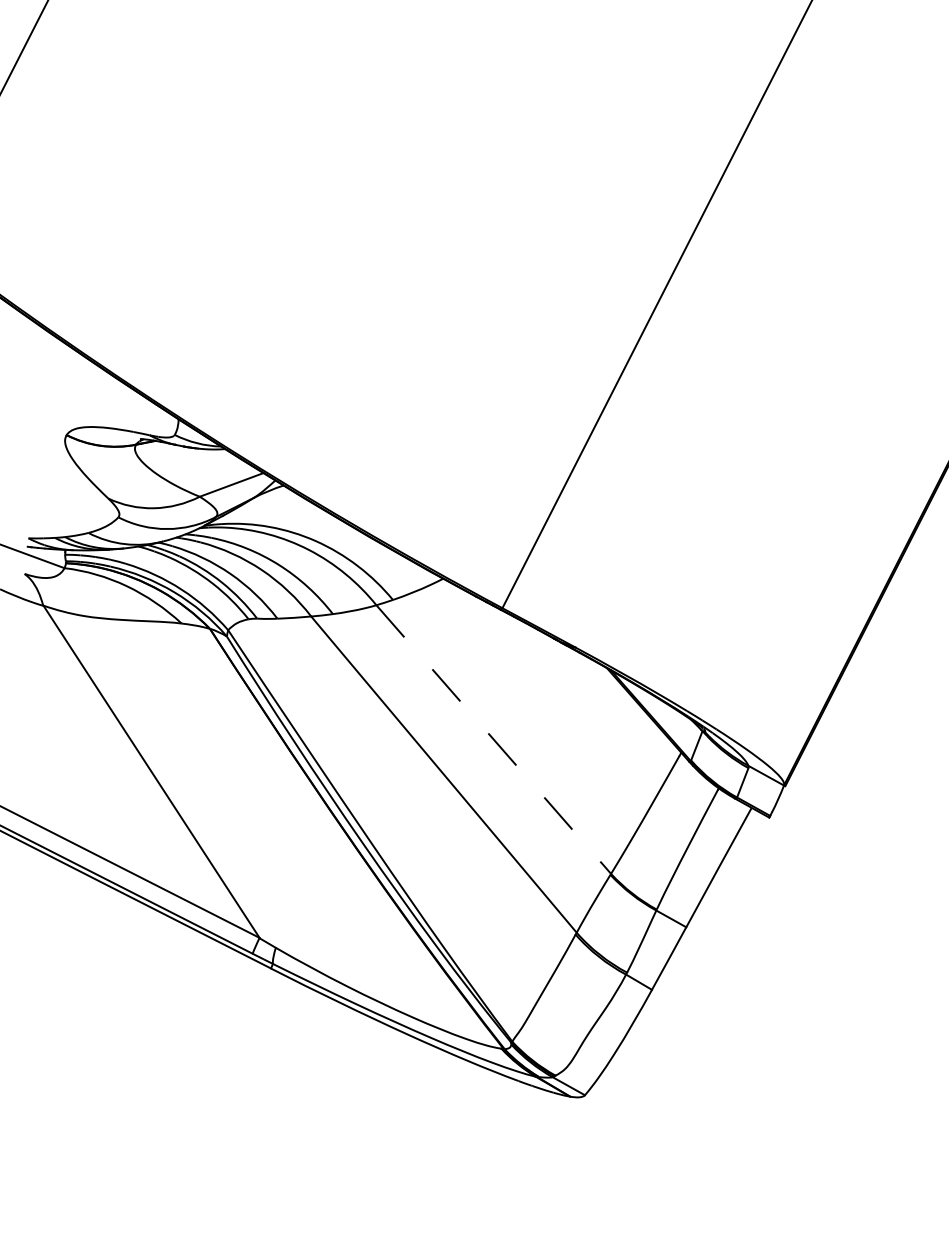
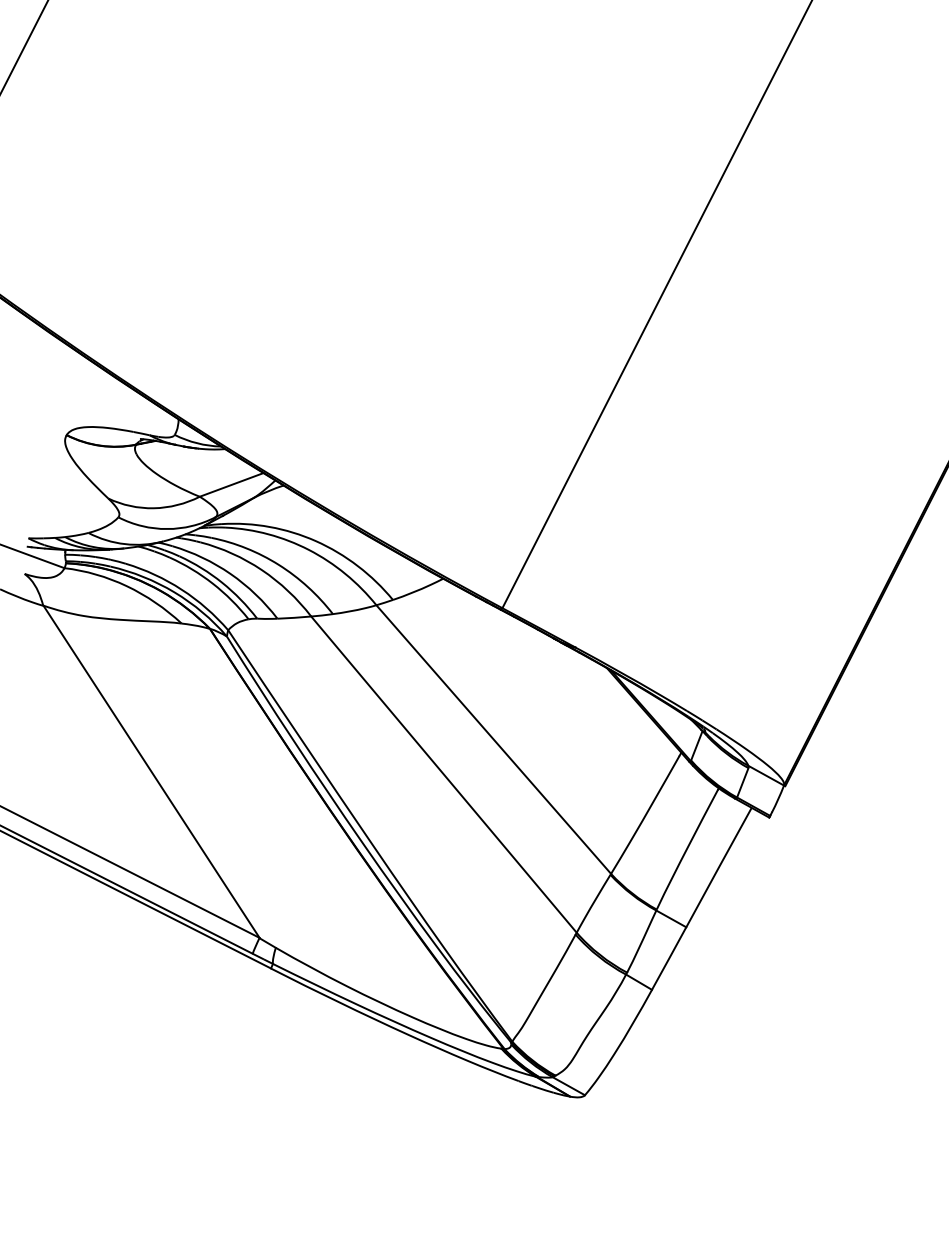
line at (494, 739): dashed -> solid
